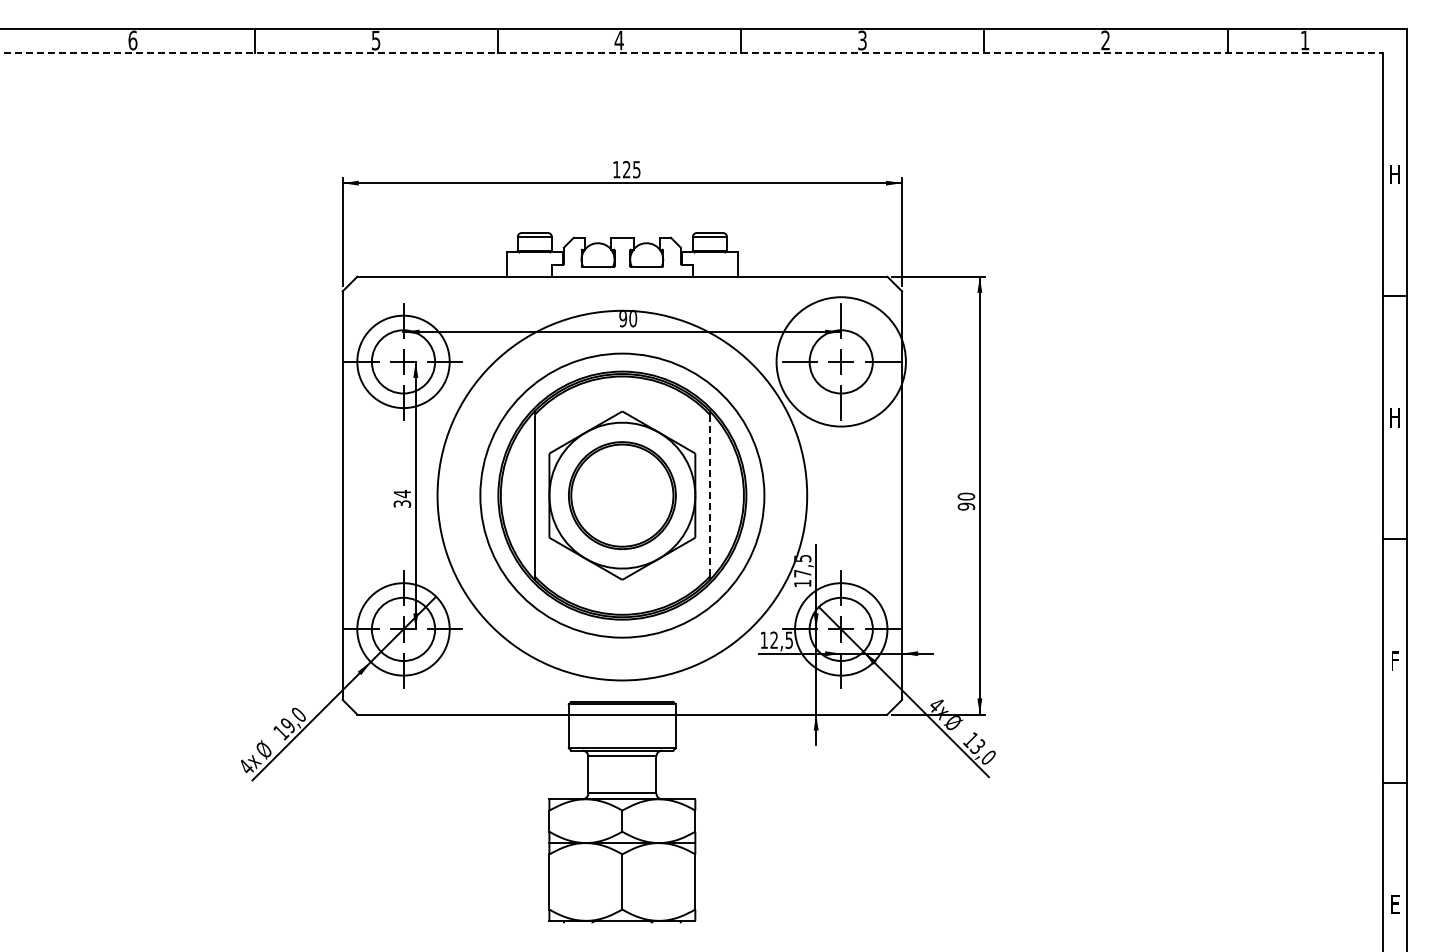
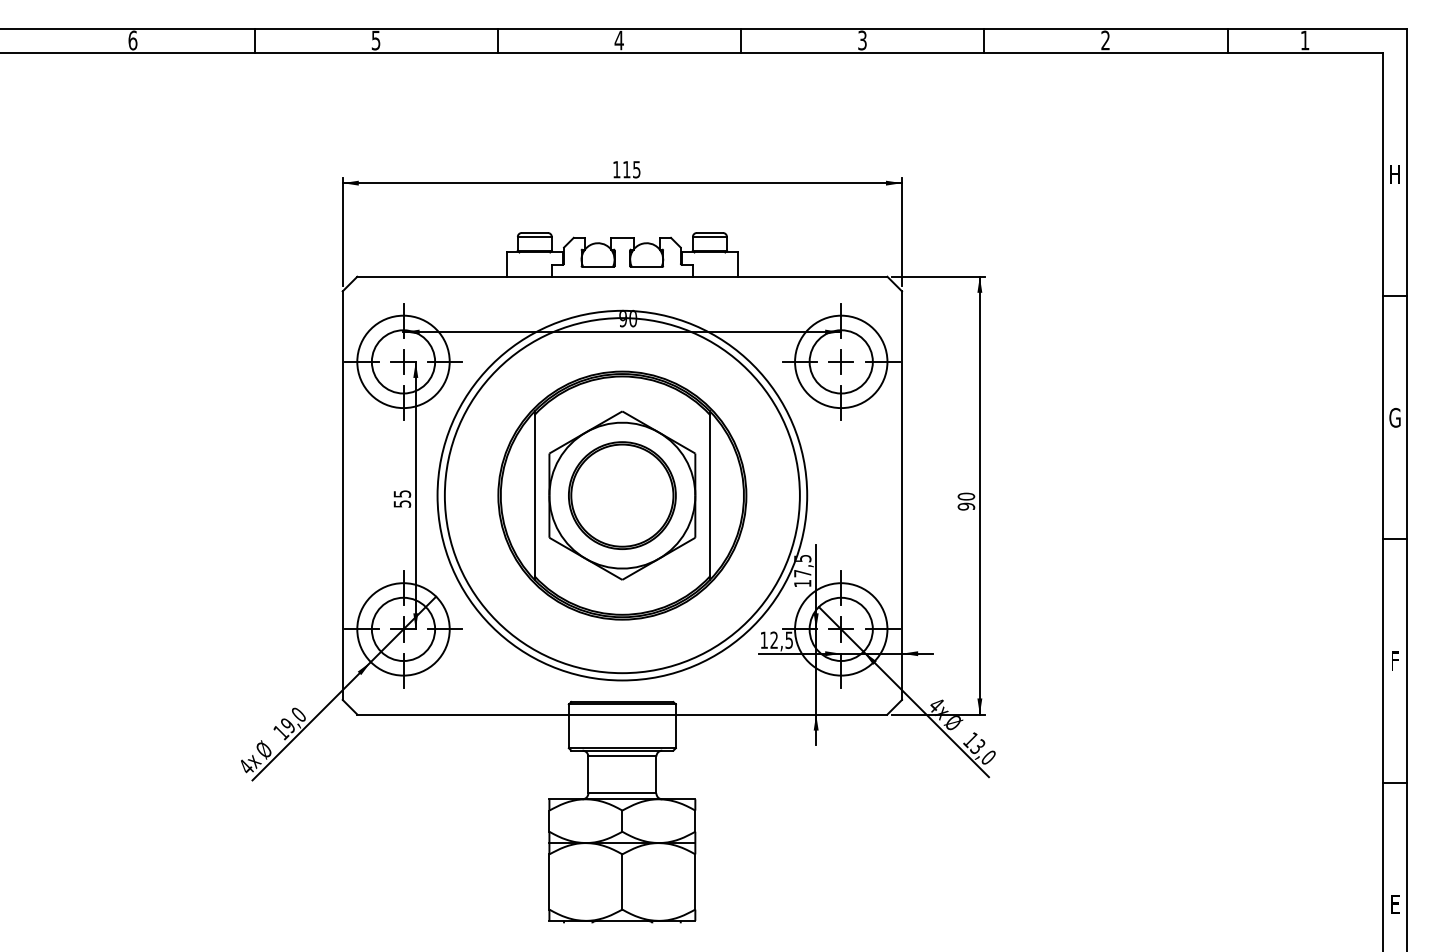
line at (692, 52): dashed -> solid
text at (626, 169): 125 -> 115
circle at (840, 361) diameter: 129 px -> 92 px
text at (1394, 417): H -> G
circle at (622, 495) diameter: 284 px -> 355 px
line at (709, 495): dashed -> solid
text at (402, 498): 34 -> 55
